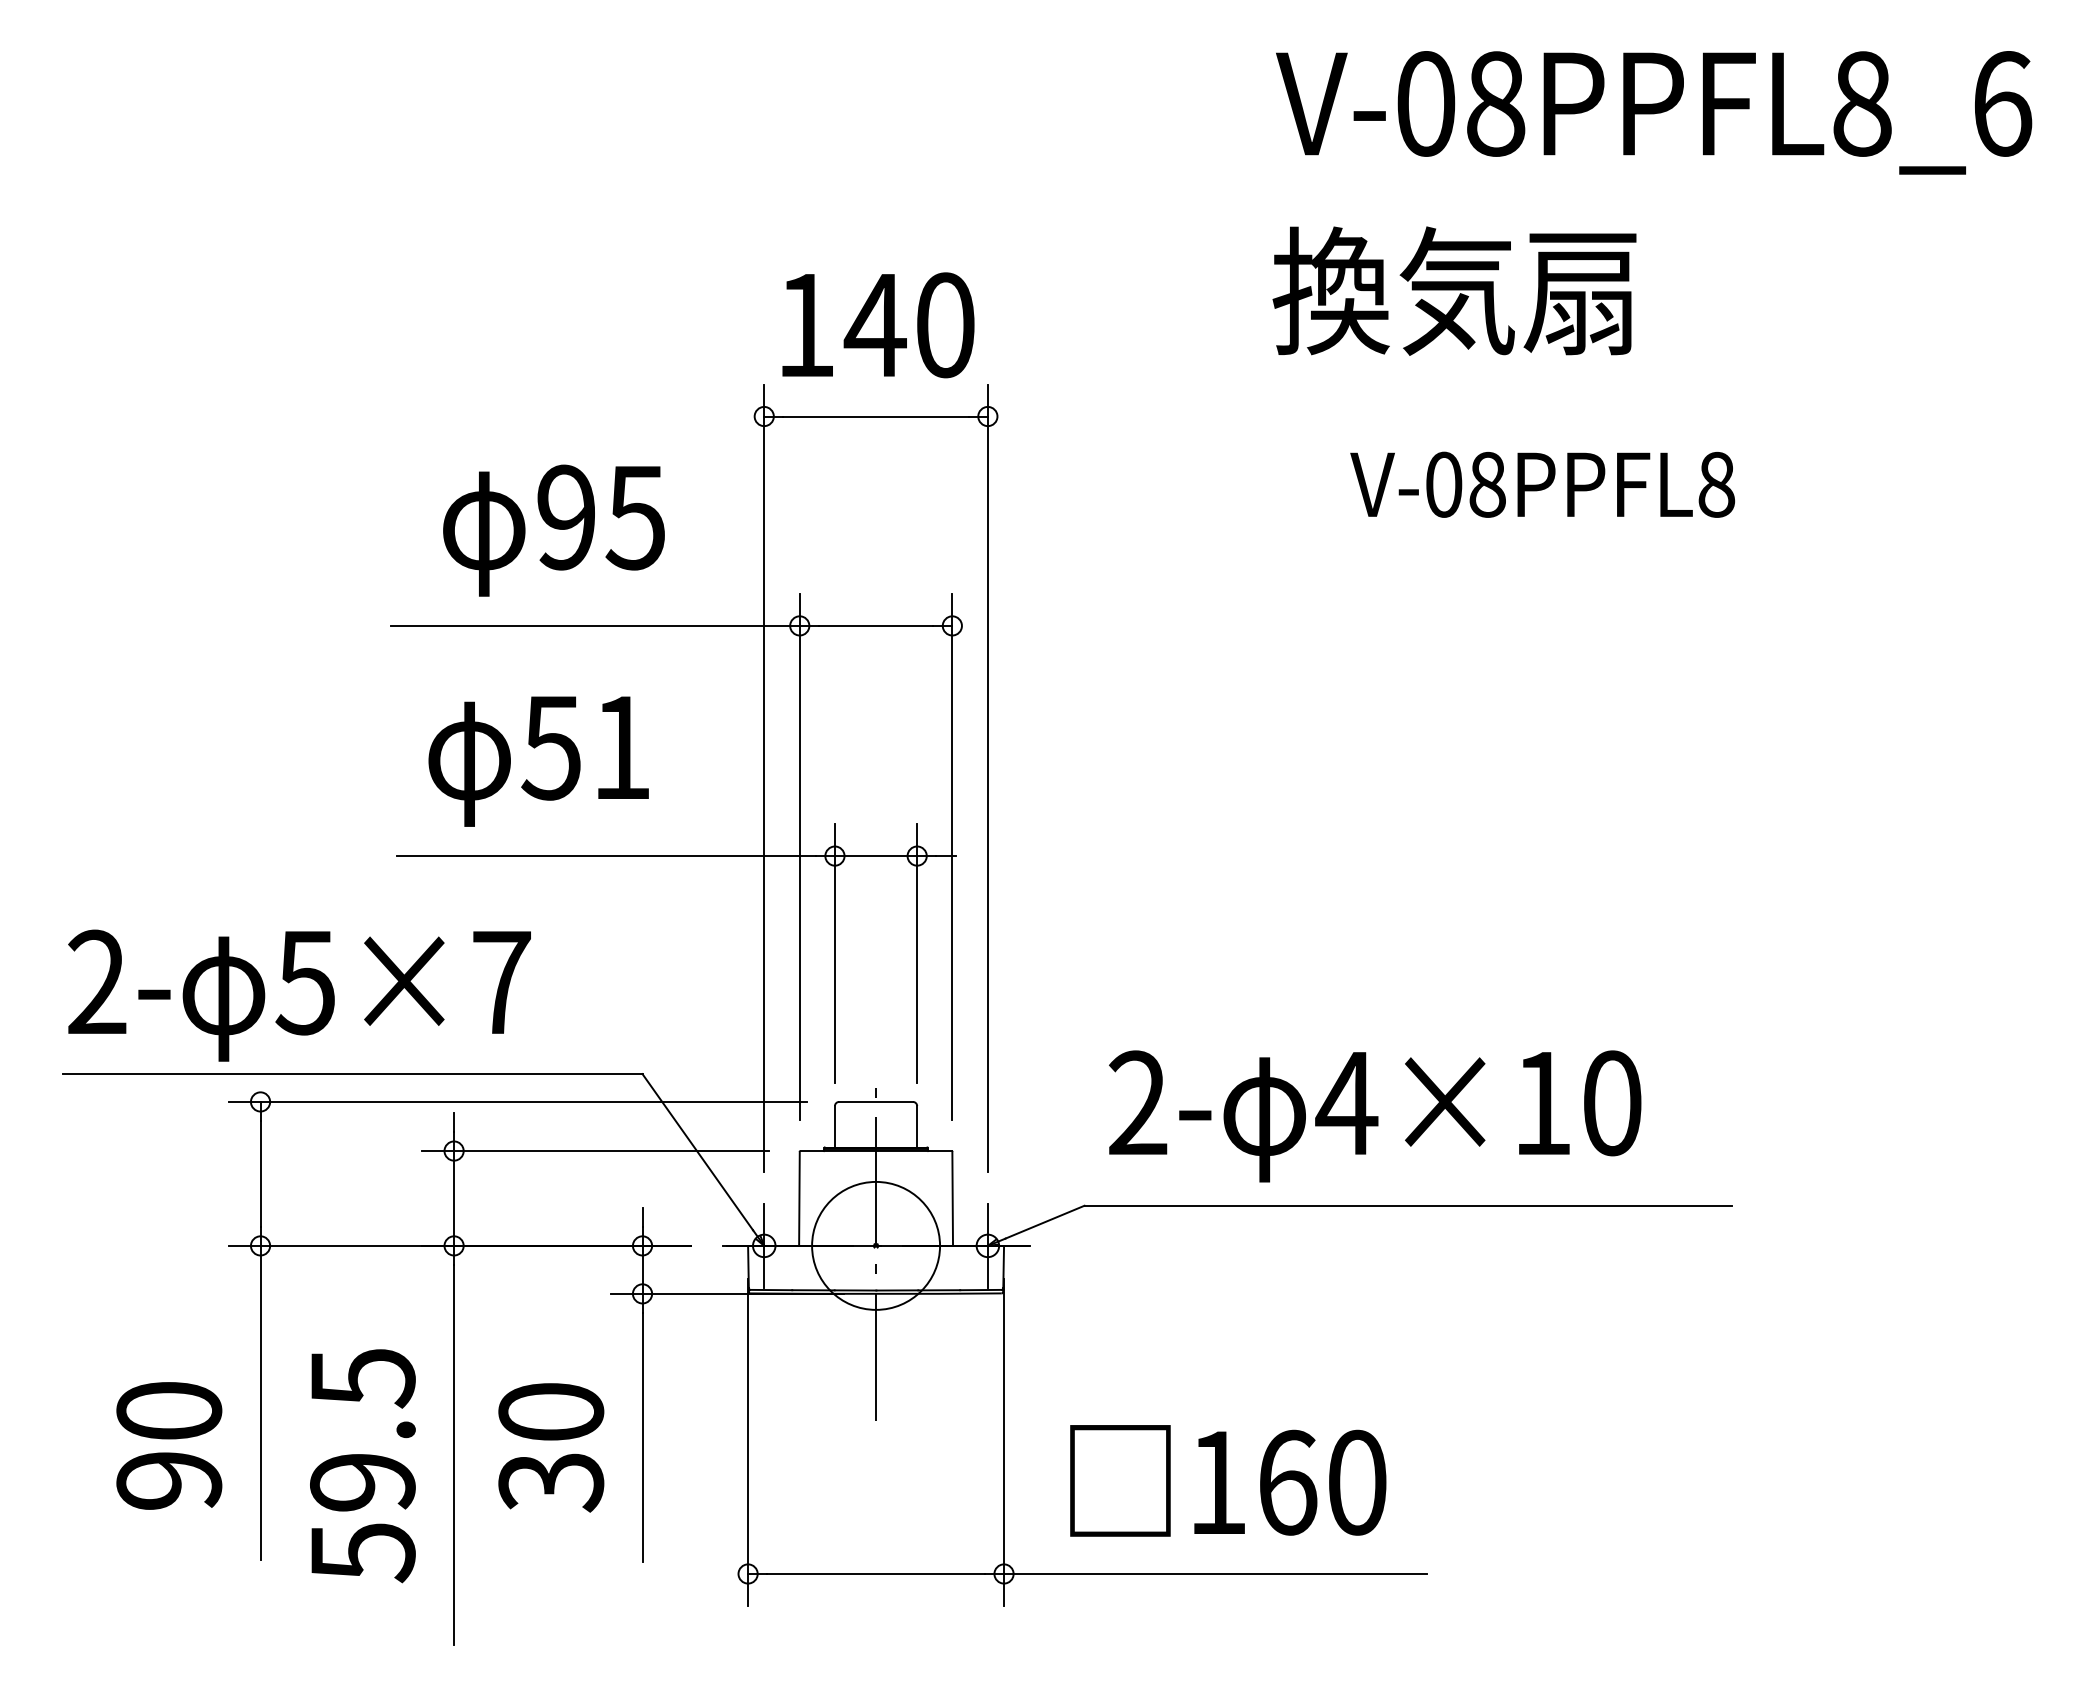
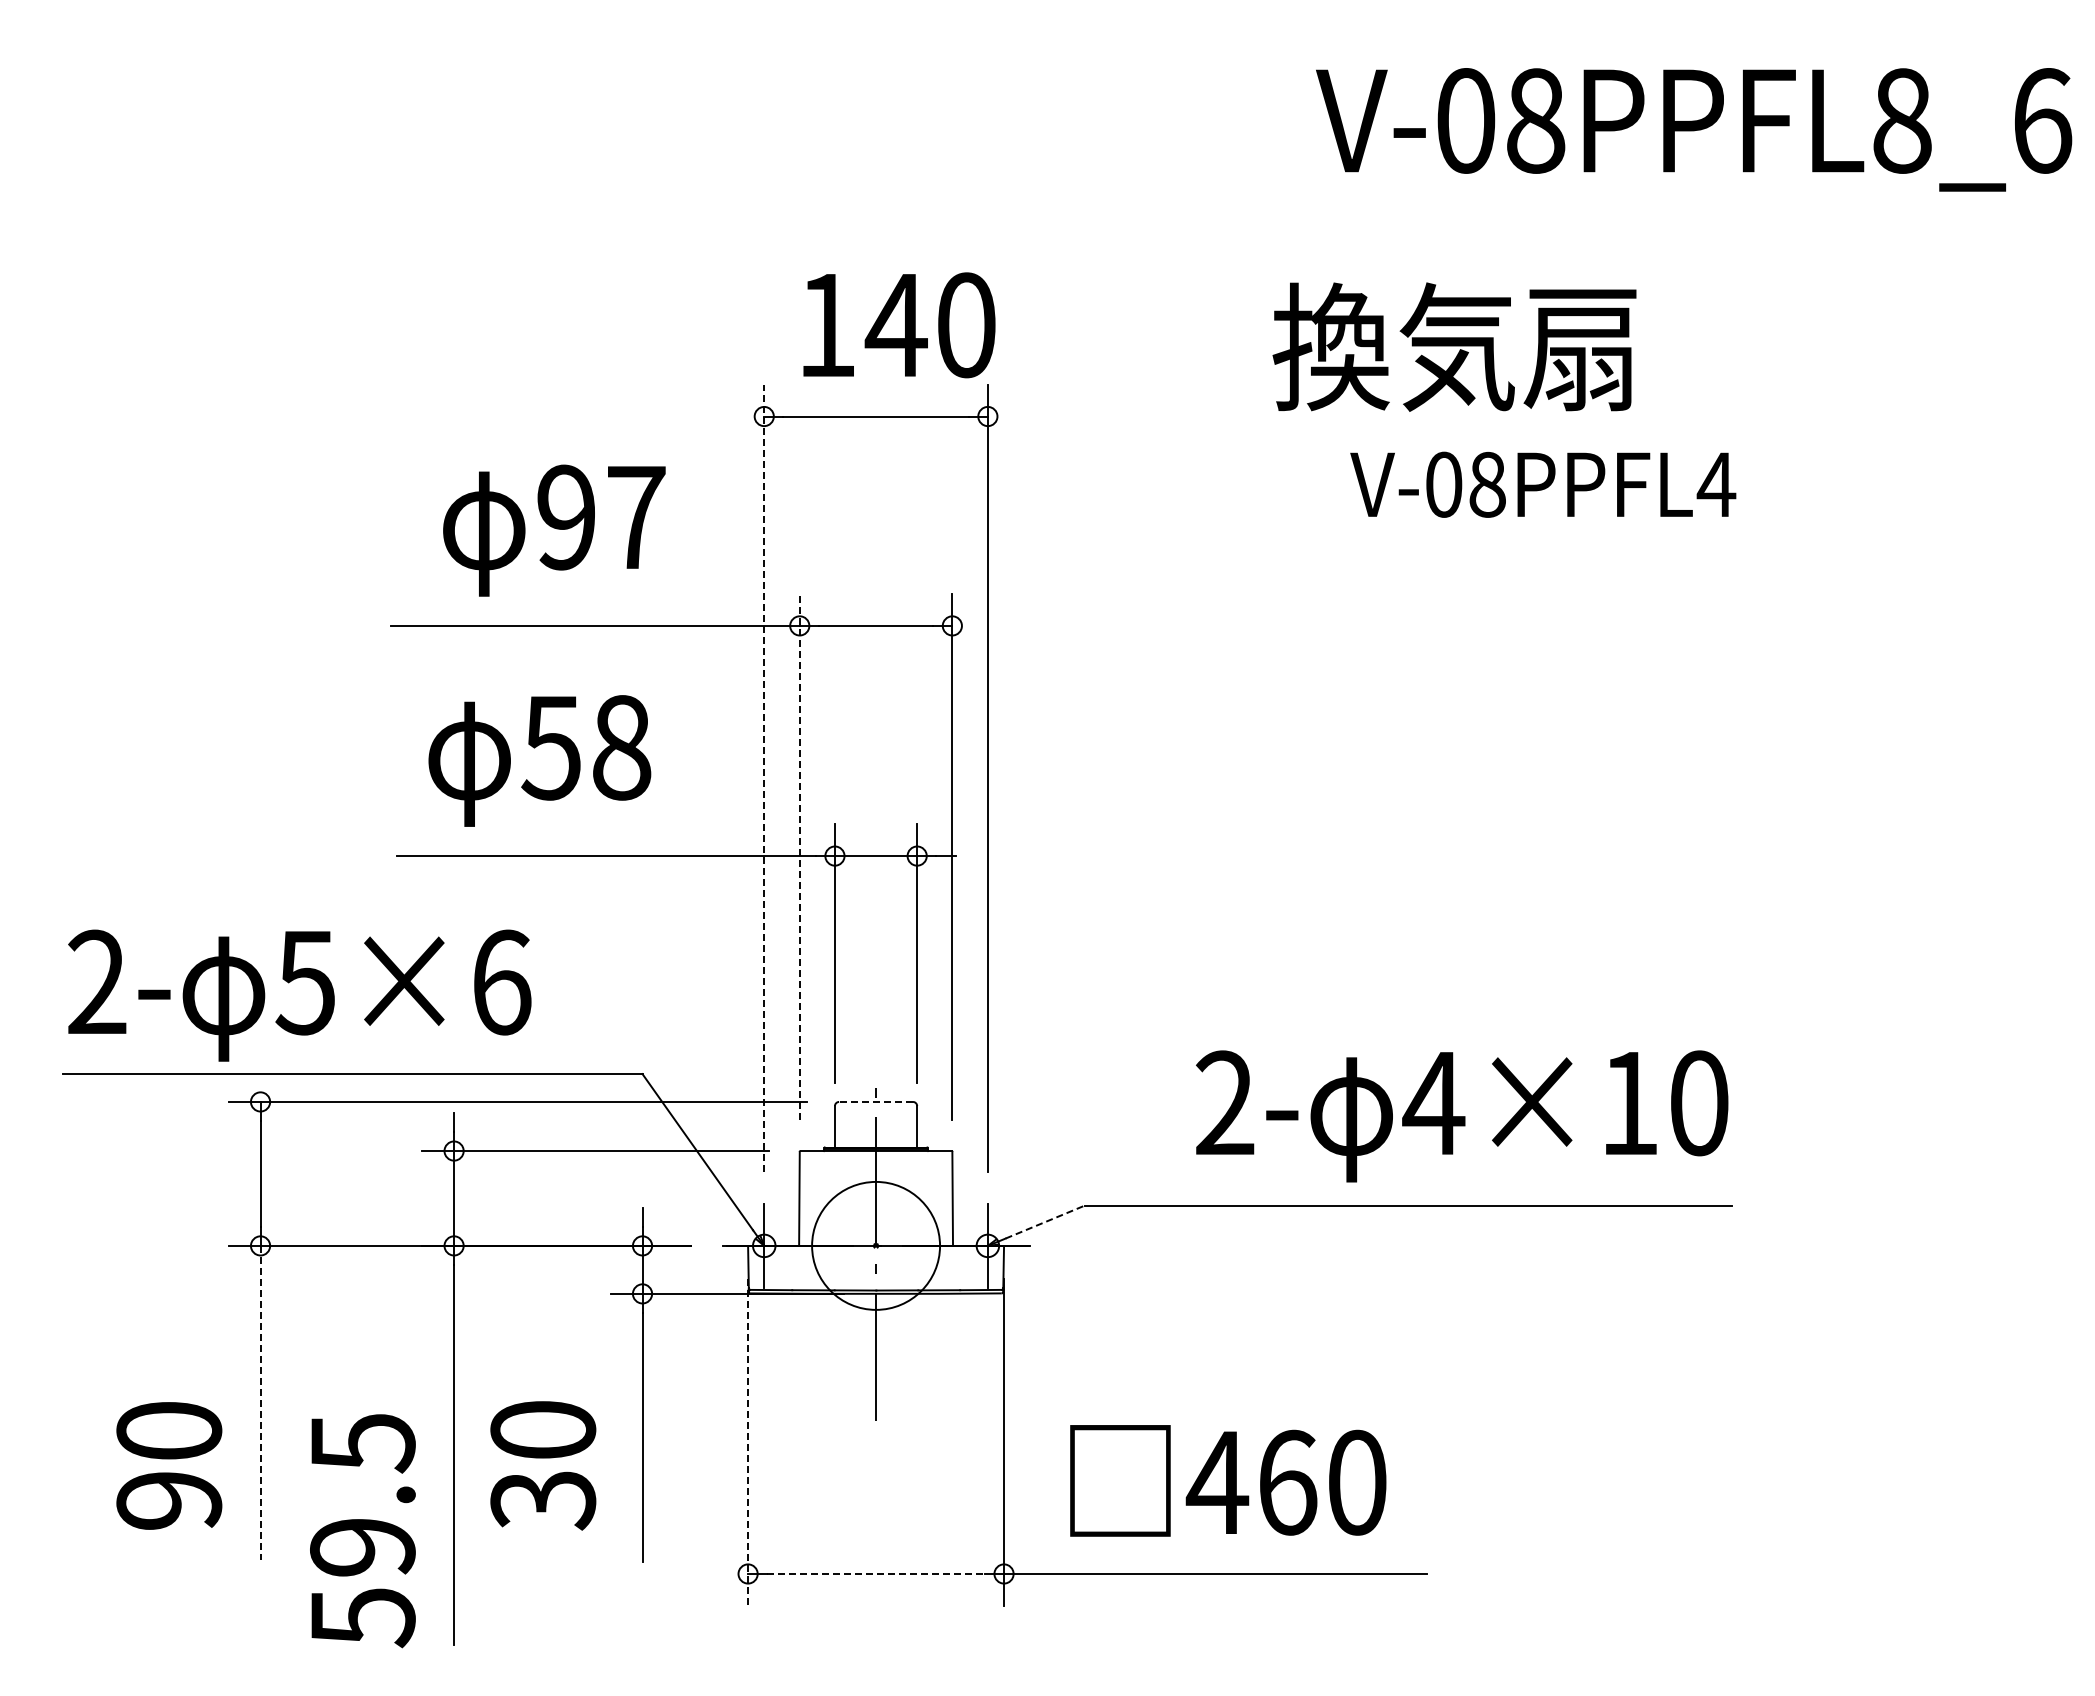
text at (1654, 112) position: (1654, 112) -> (1694, 129)
text at (1454, 290) position: (1454, 290) -> (1454, 346)
text at (878, 325) position: (878, 325) -> (899, 325)
text at (1716, 484): V-08PPFL8 -> V-08PPFL4
text at (635, 518): 95 -> 97
text at (622, 747): 51 -> 58
line at (764, 778): solid -> dashed
line at (799, 856): solid -> dashed
text at (502, 982): 5×7 -> 5×6
line at (876, 1101): solid -> dashed
text at (1375, 1116) position: (1375, 1116) -> (1462, 1116)
line at (1045, 1222): solid -> dashed
line at (260, 1403): solid -> dashed
line at (748, 1442): solid -> dashed
text at (169, 1445) position: (169, 1445) -> (169, 1465)
text at (551, 1447) position: (551, 1447) -> (543, 1465)
text at (362, 1466) position: (362, 1466) -> (362, 1531)
text at (1217, 1482): 160 -> 460
line at (876, 1573): solid -> dashed
